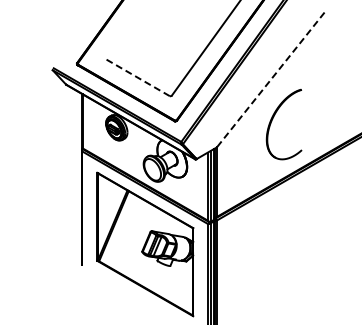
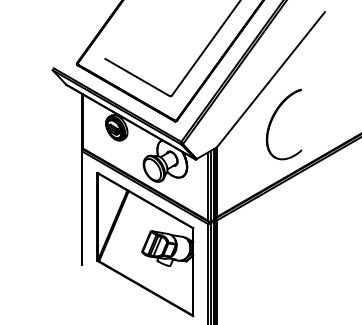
line at (137, 77): dashed -> solid
line at (271, 79): dashed -> solid
